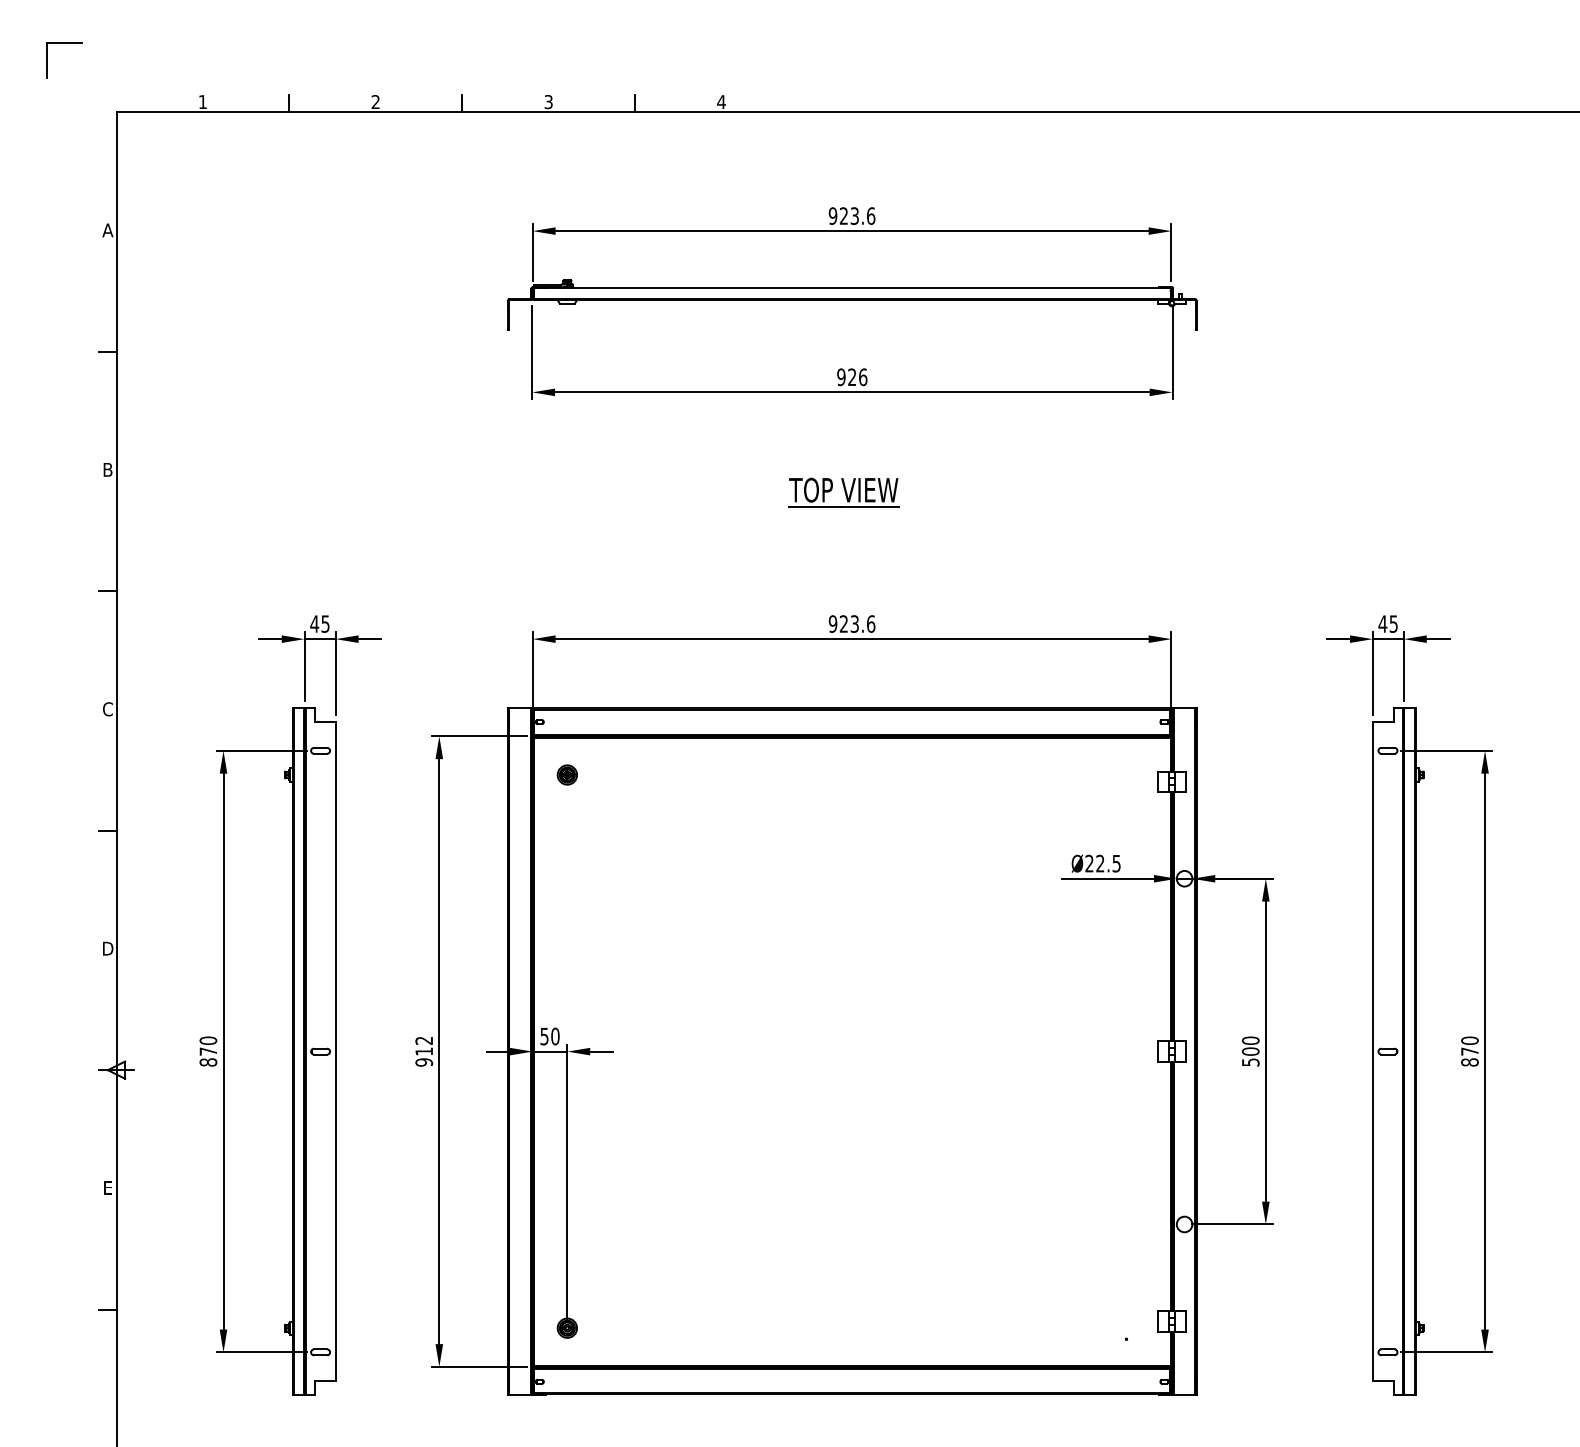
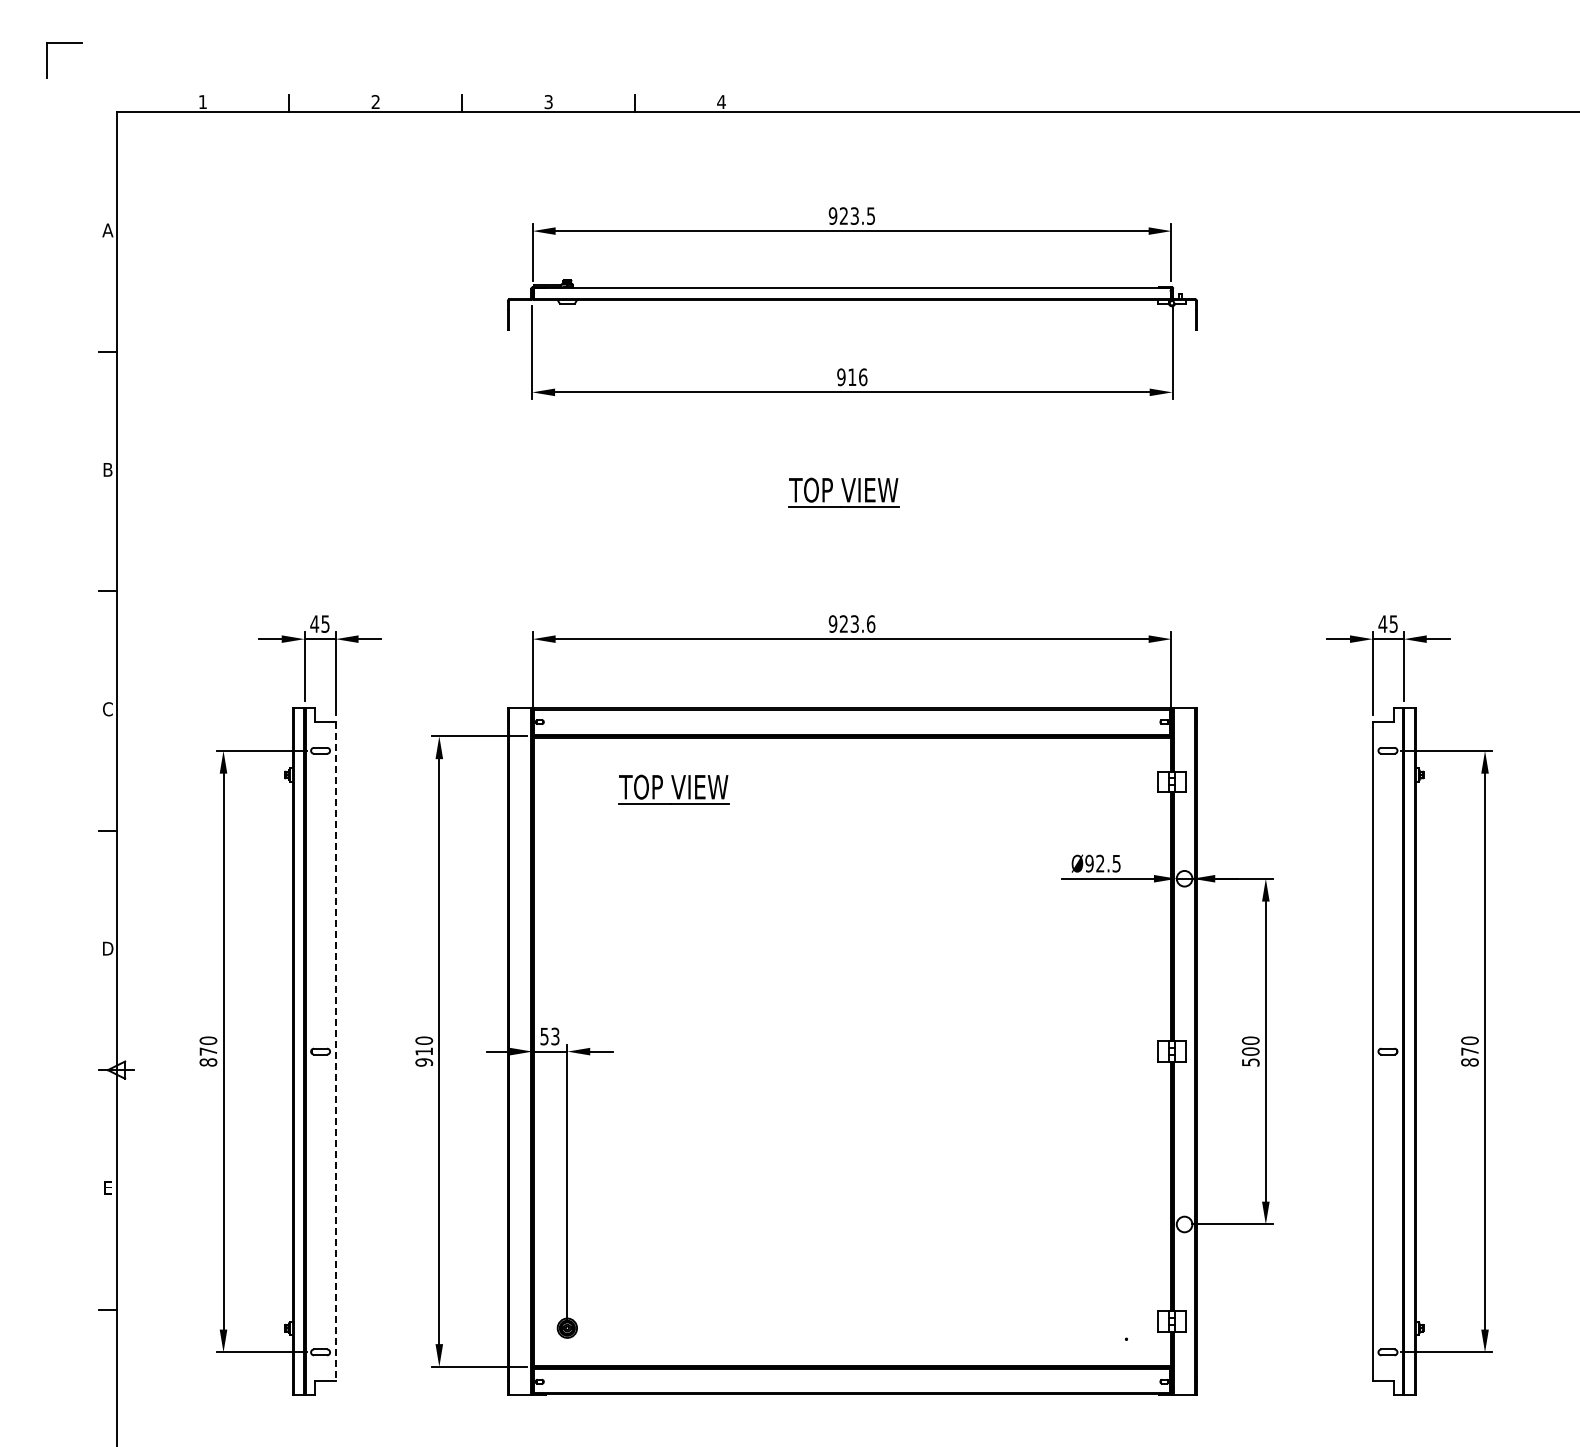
text at (871, 215): 923.6 -> 923.5
text at (852, 376): 926 -> 916
part at (566, 774): present -> none
part at (673, 789): none -> present
text at (1089, 863): Ø22.5 -> Ø92.5
text at (555, 1036): 50 -> 53
text at (424, 1040): 912 -> 910
line at (335, 1052): solid -> dashed
